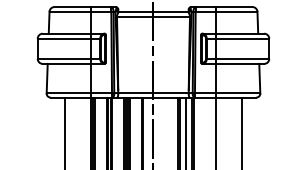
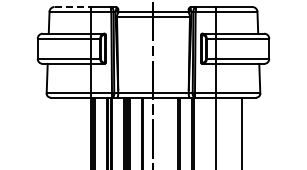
line at (73, 7): solid -> dashed
line at (65, 131): present -> none
line at (185, 131): present -> none
